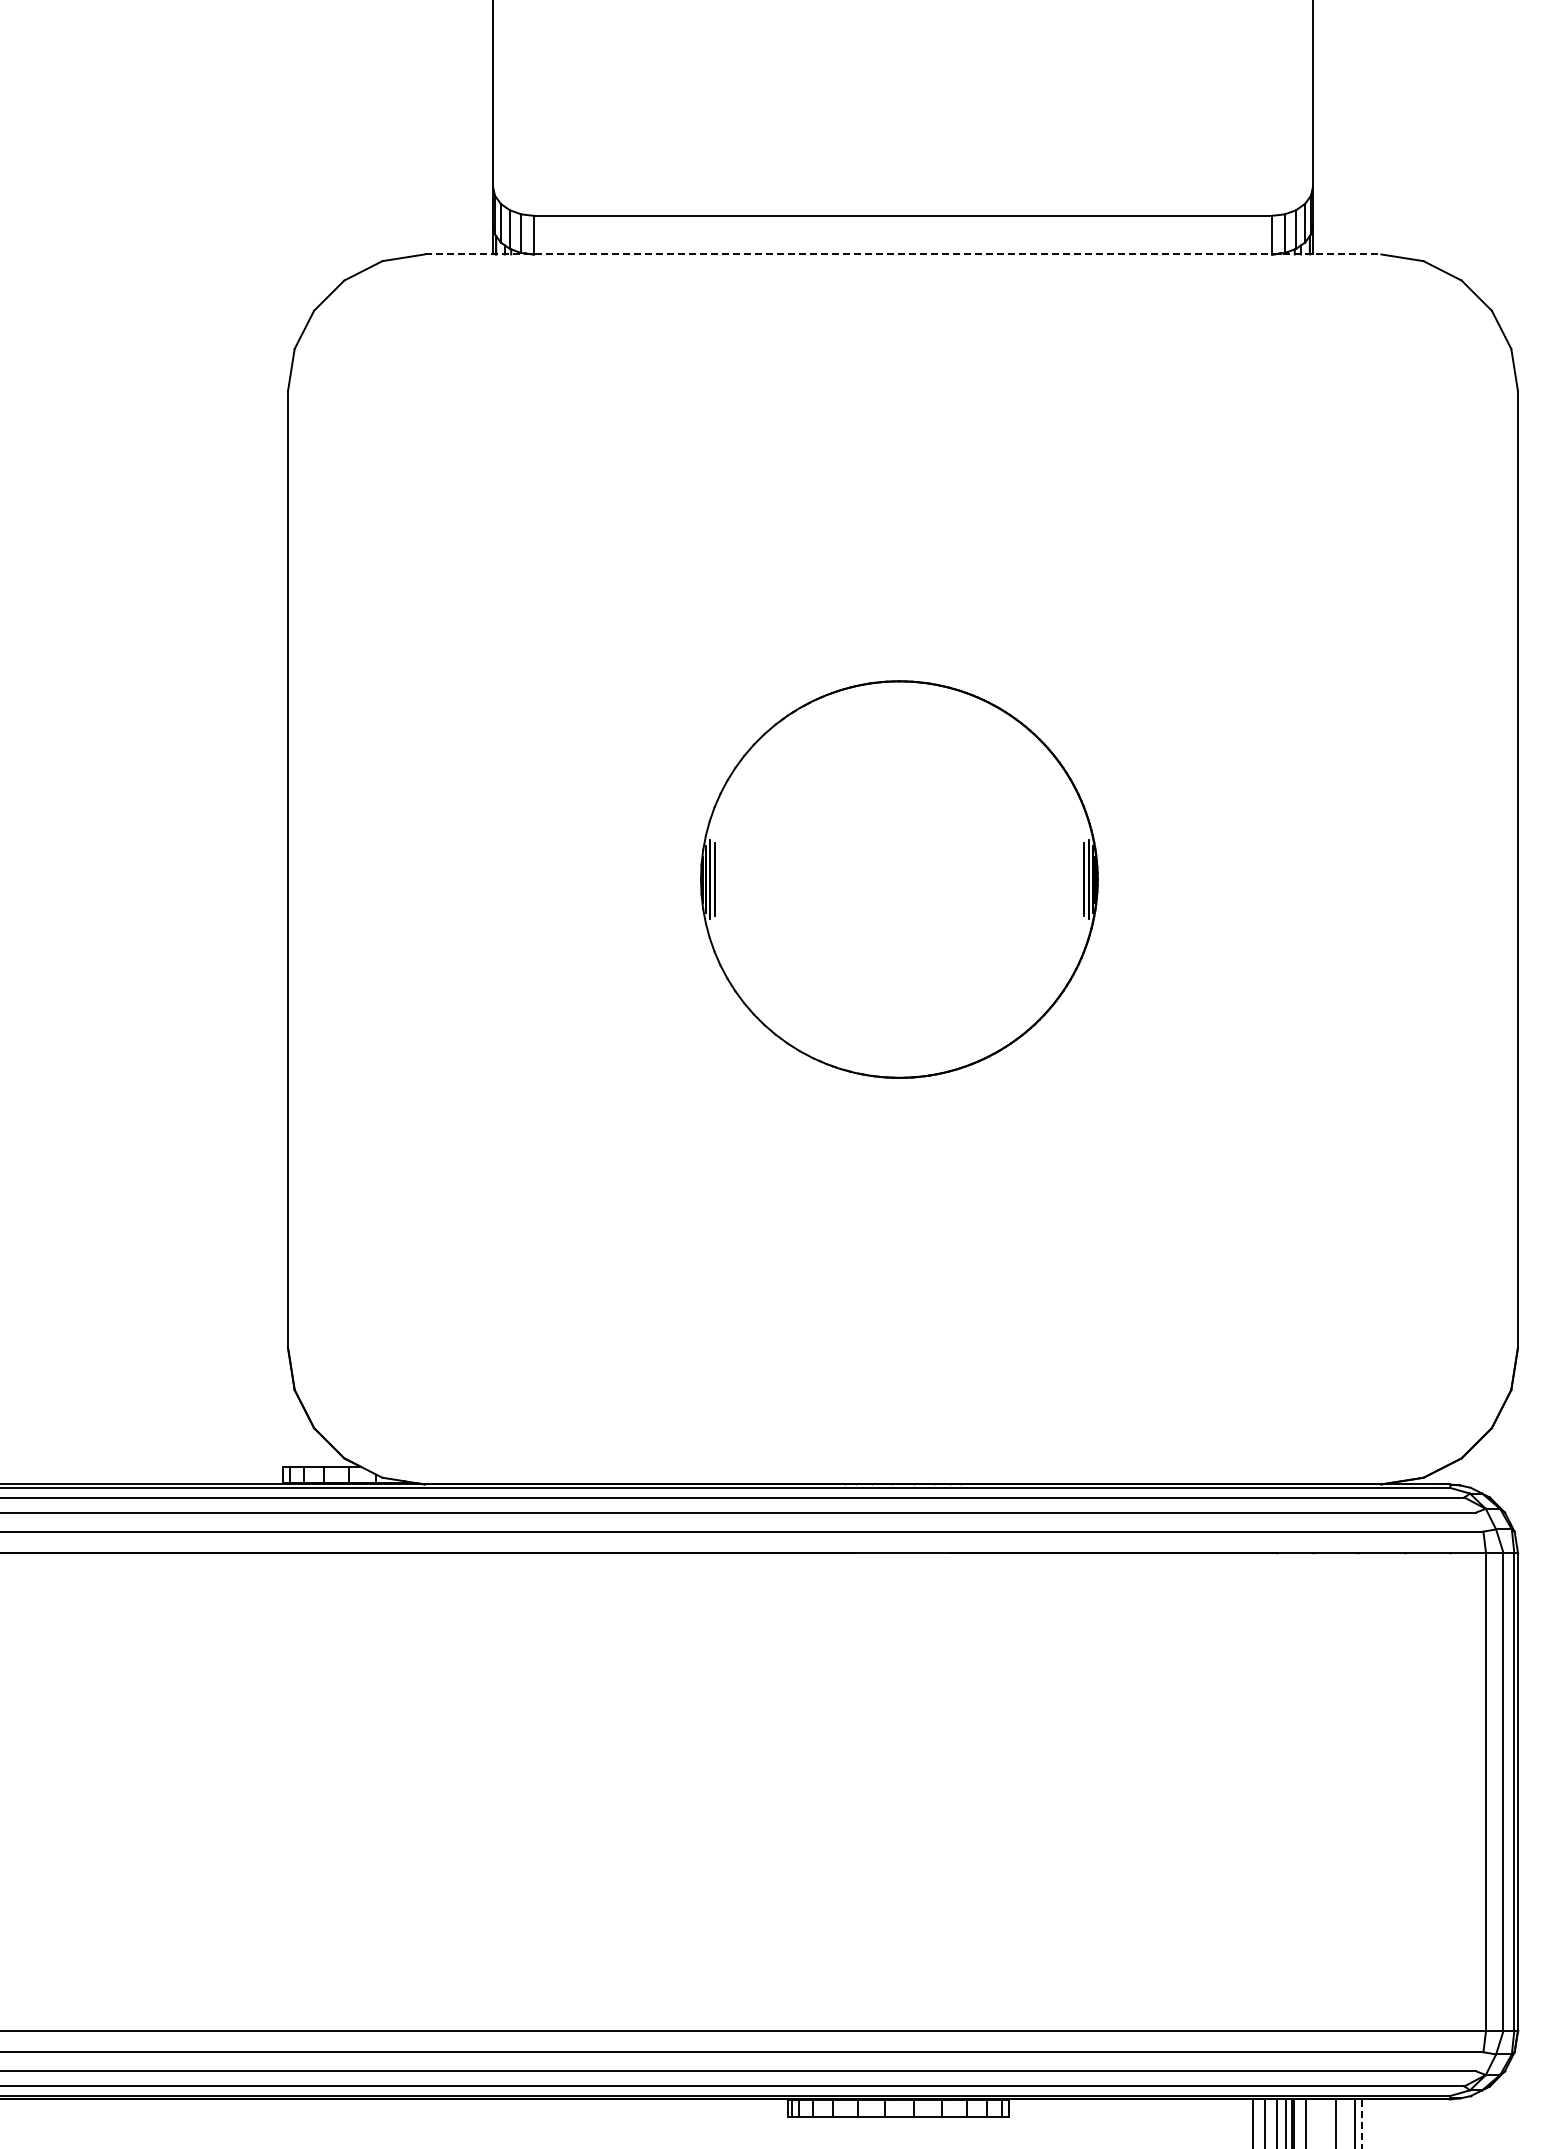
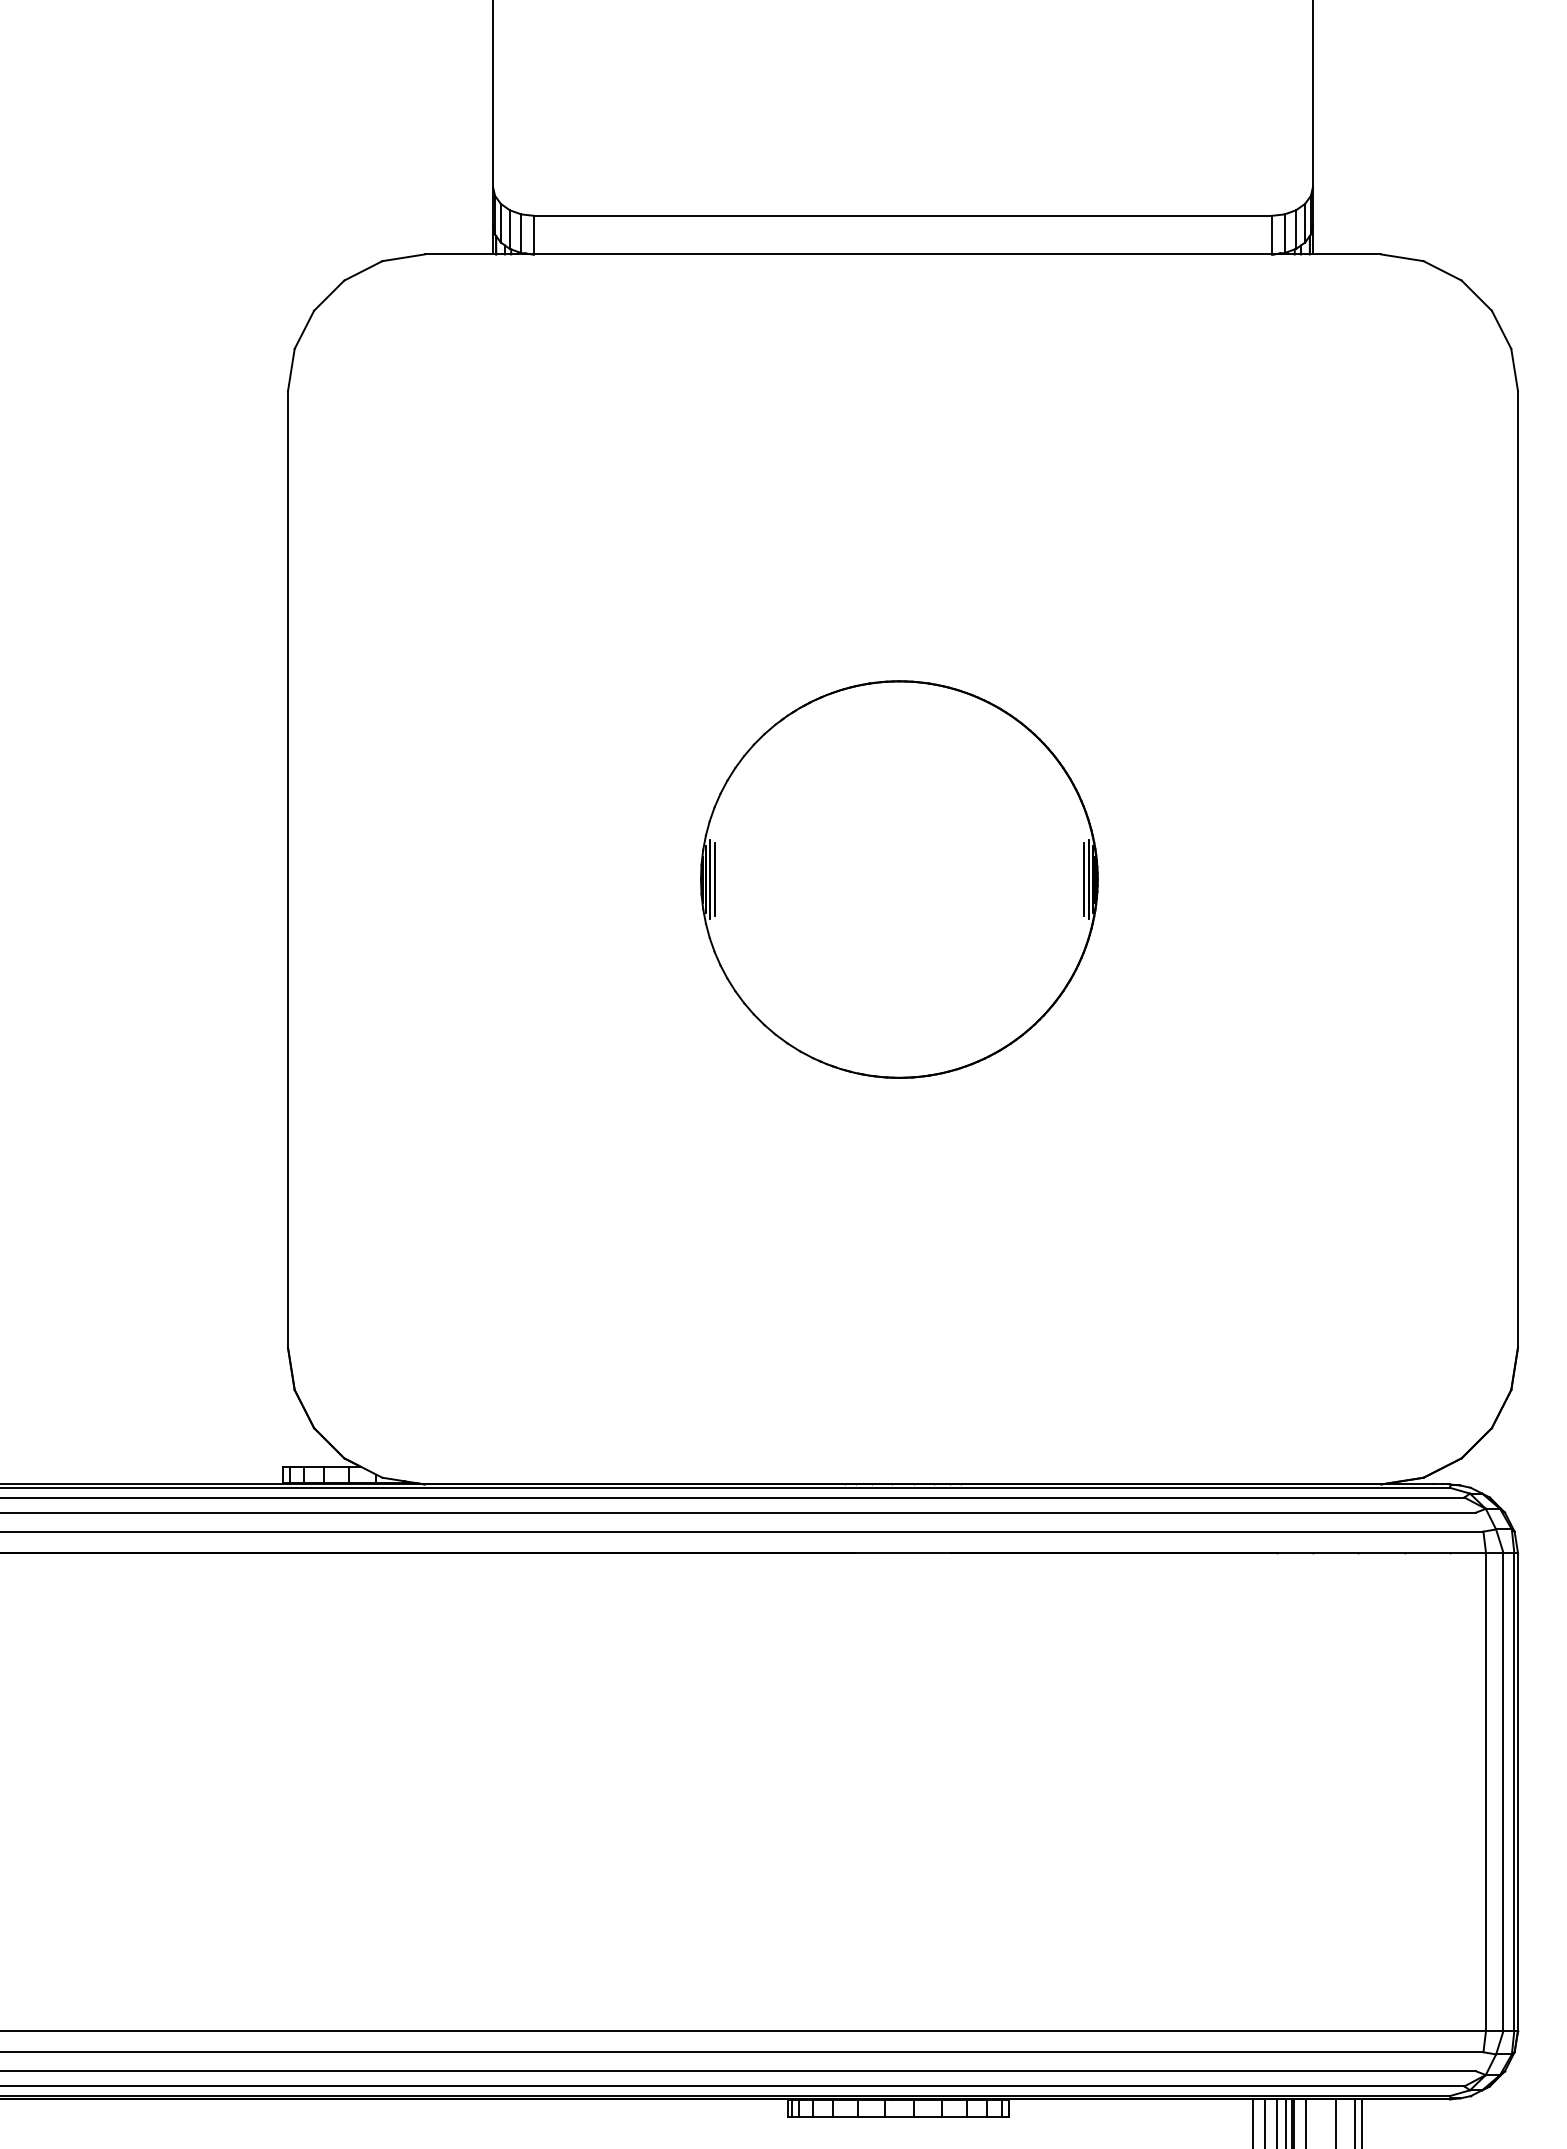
line at (903, 254): dashed -> solid
line at (1362, 2123): dashed -> solid
